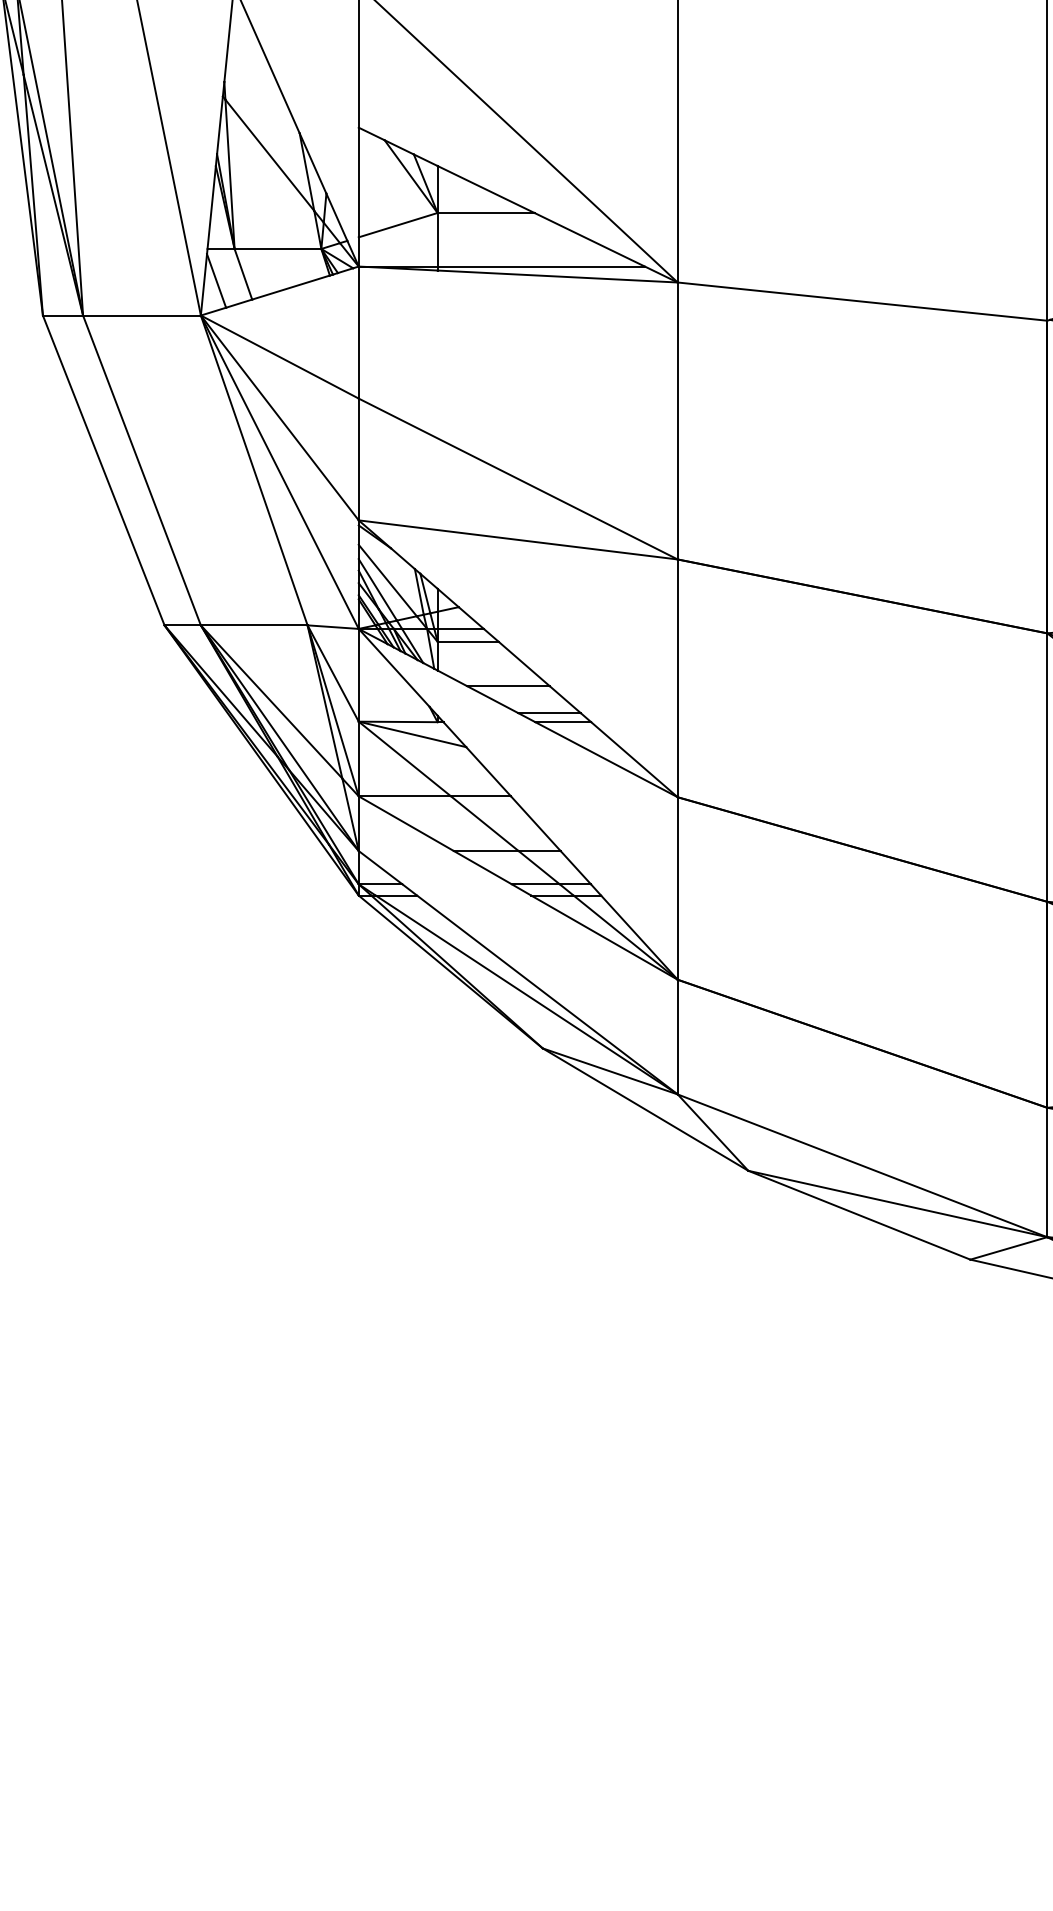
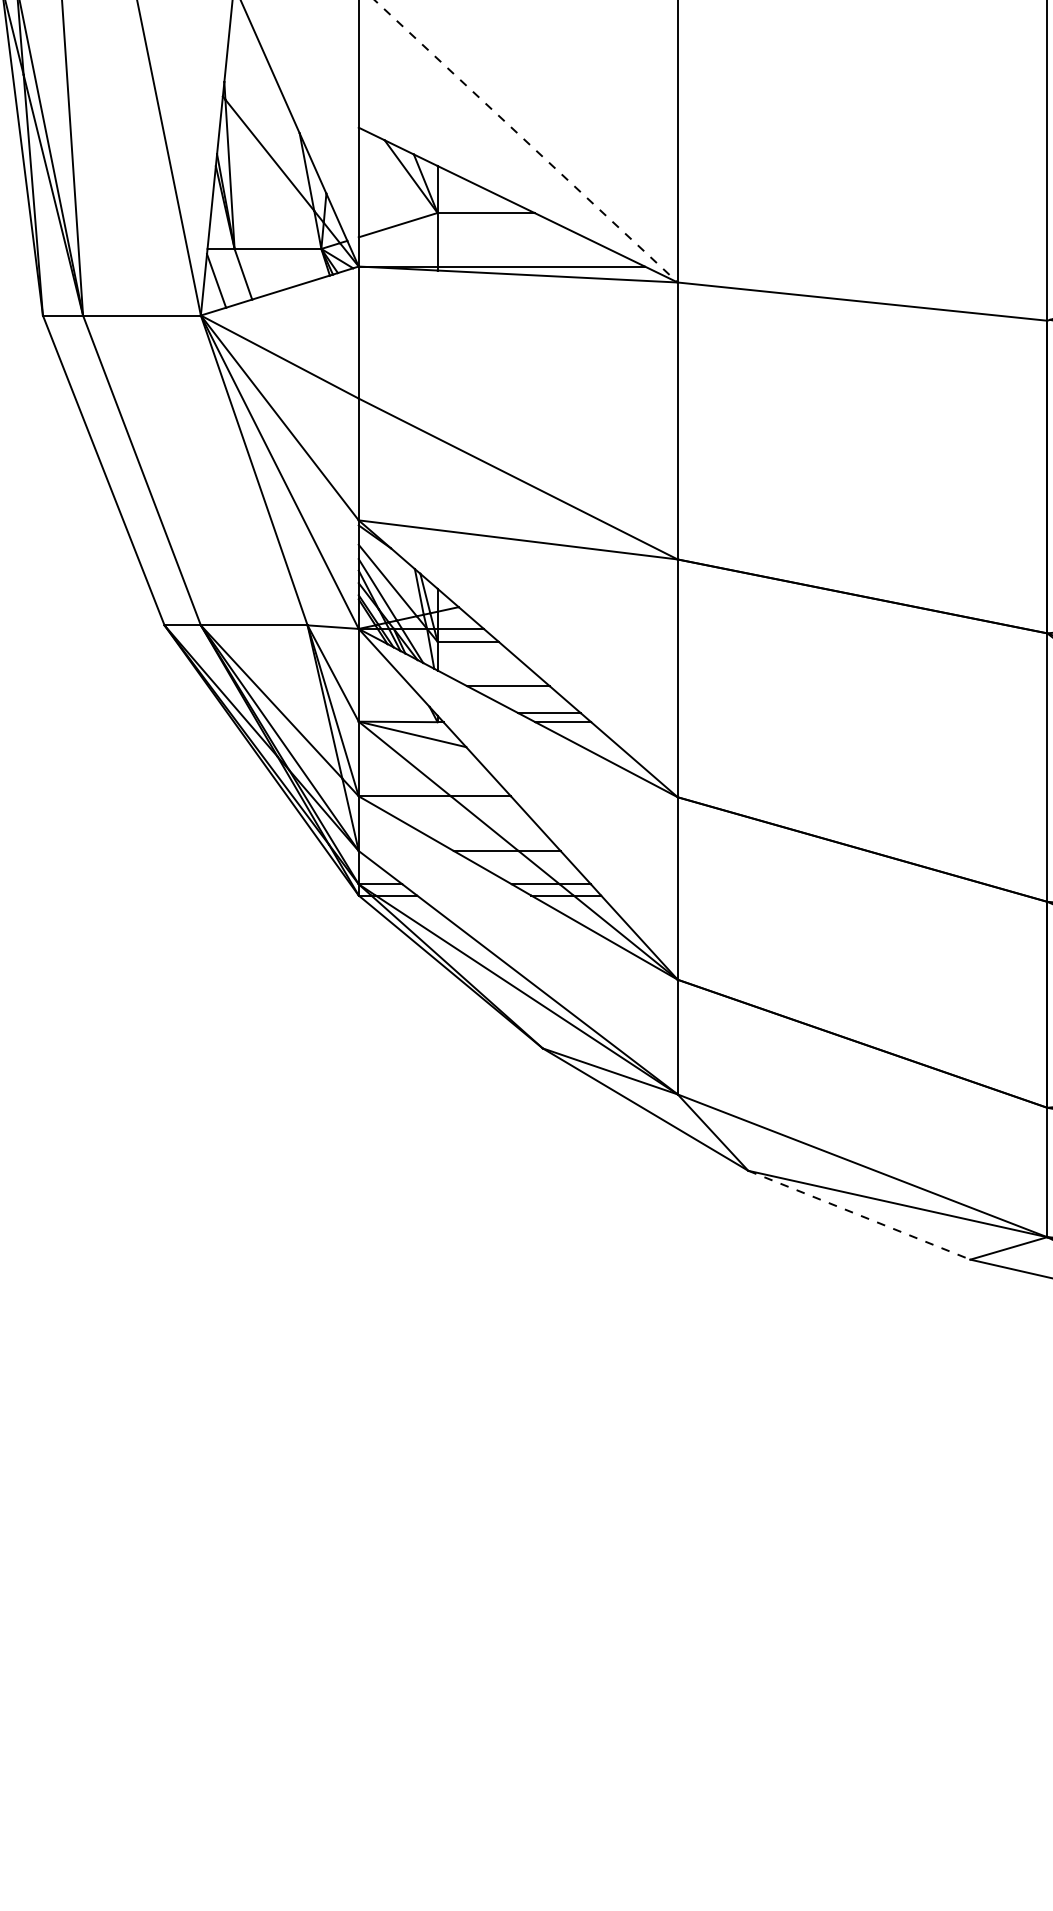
line at (526, 141): solid -> dashed
line at (859, 1215): solid -> dashed
